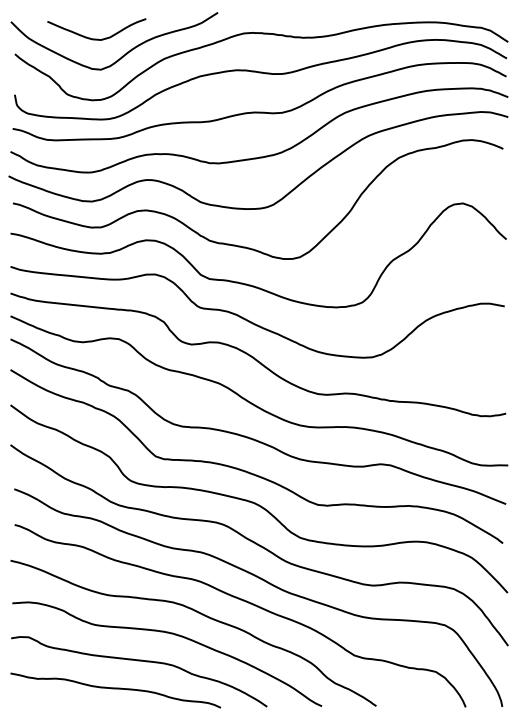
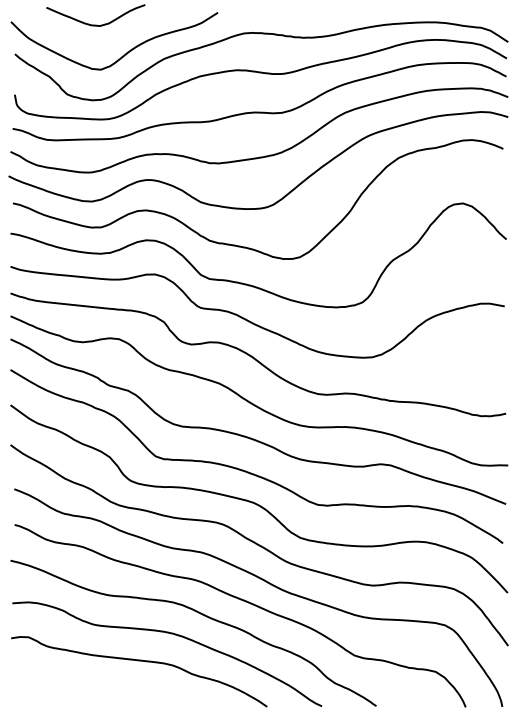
curve at (96, 38) position: (96, 38) -> (95, 24)
curve at (115, 689): present -> none
